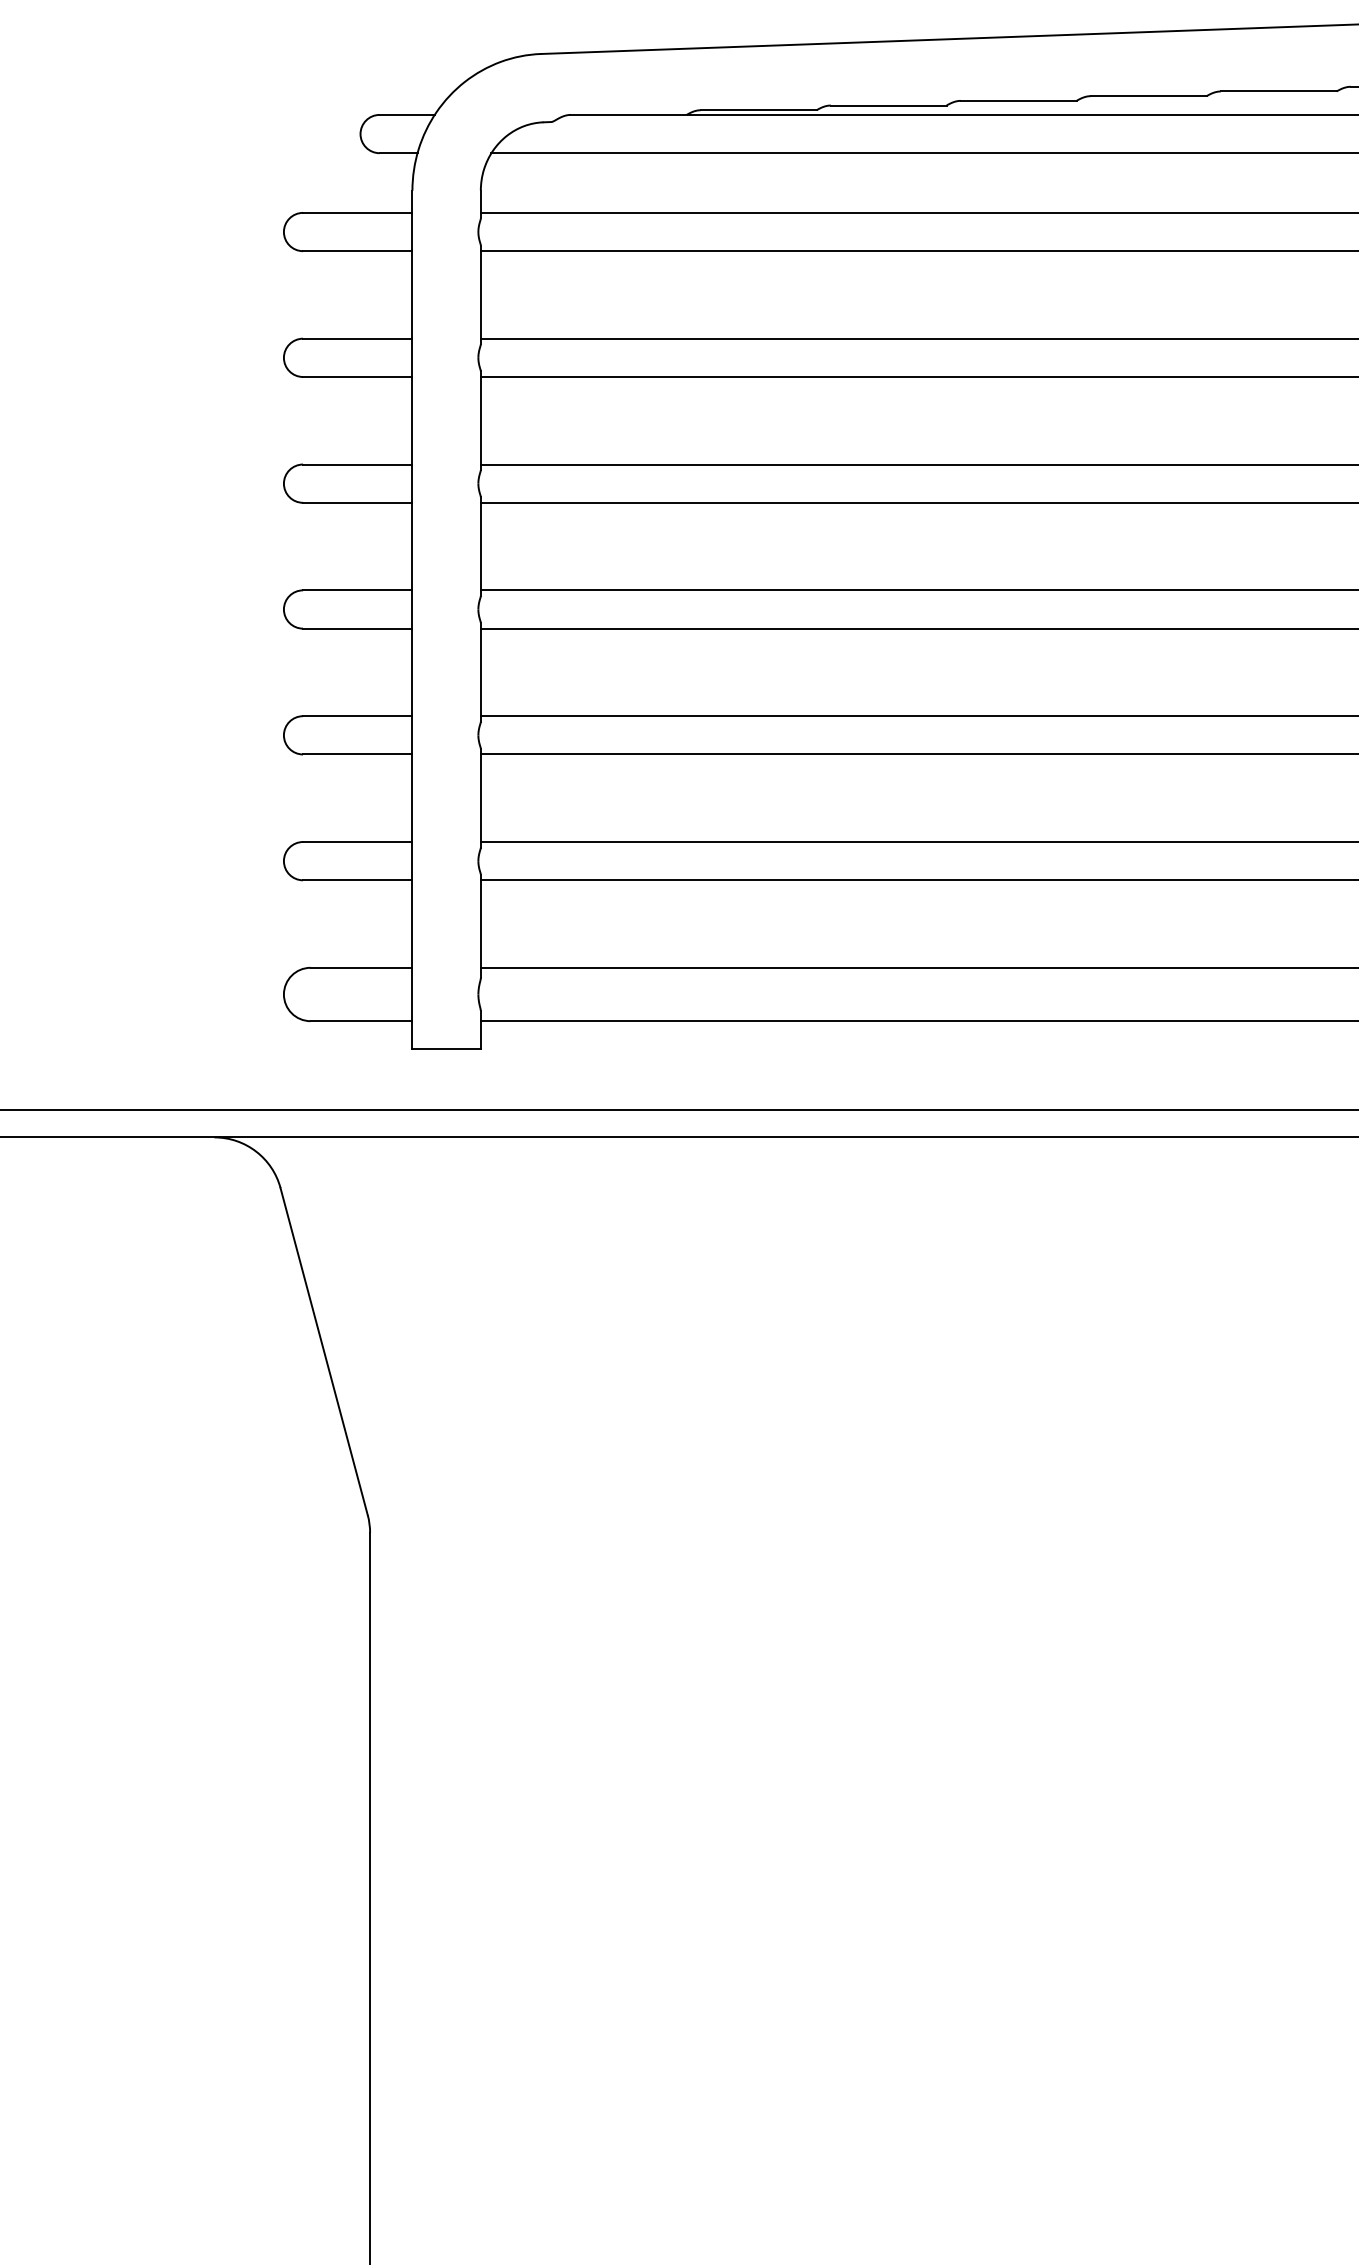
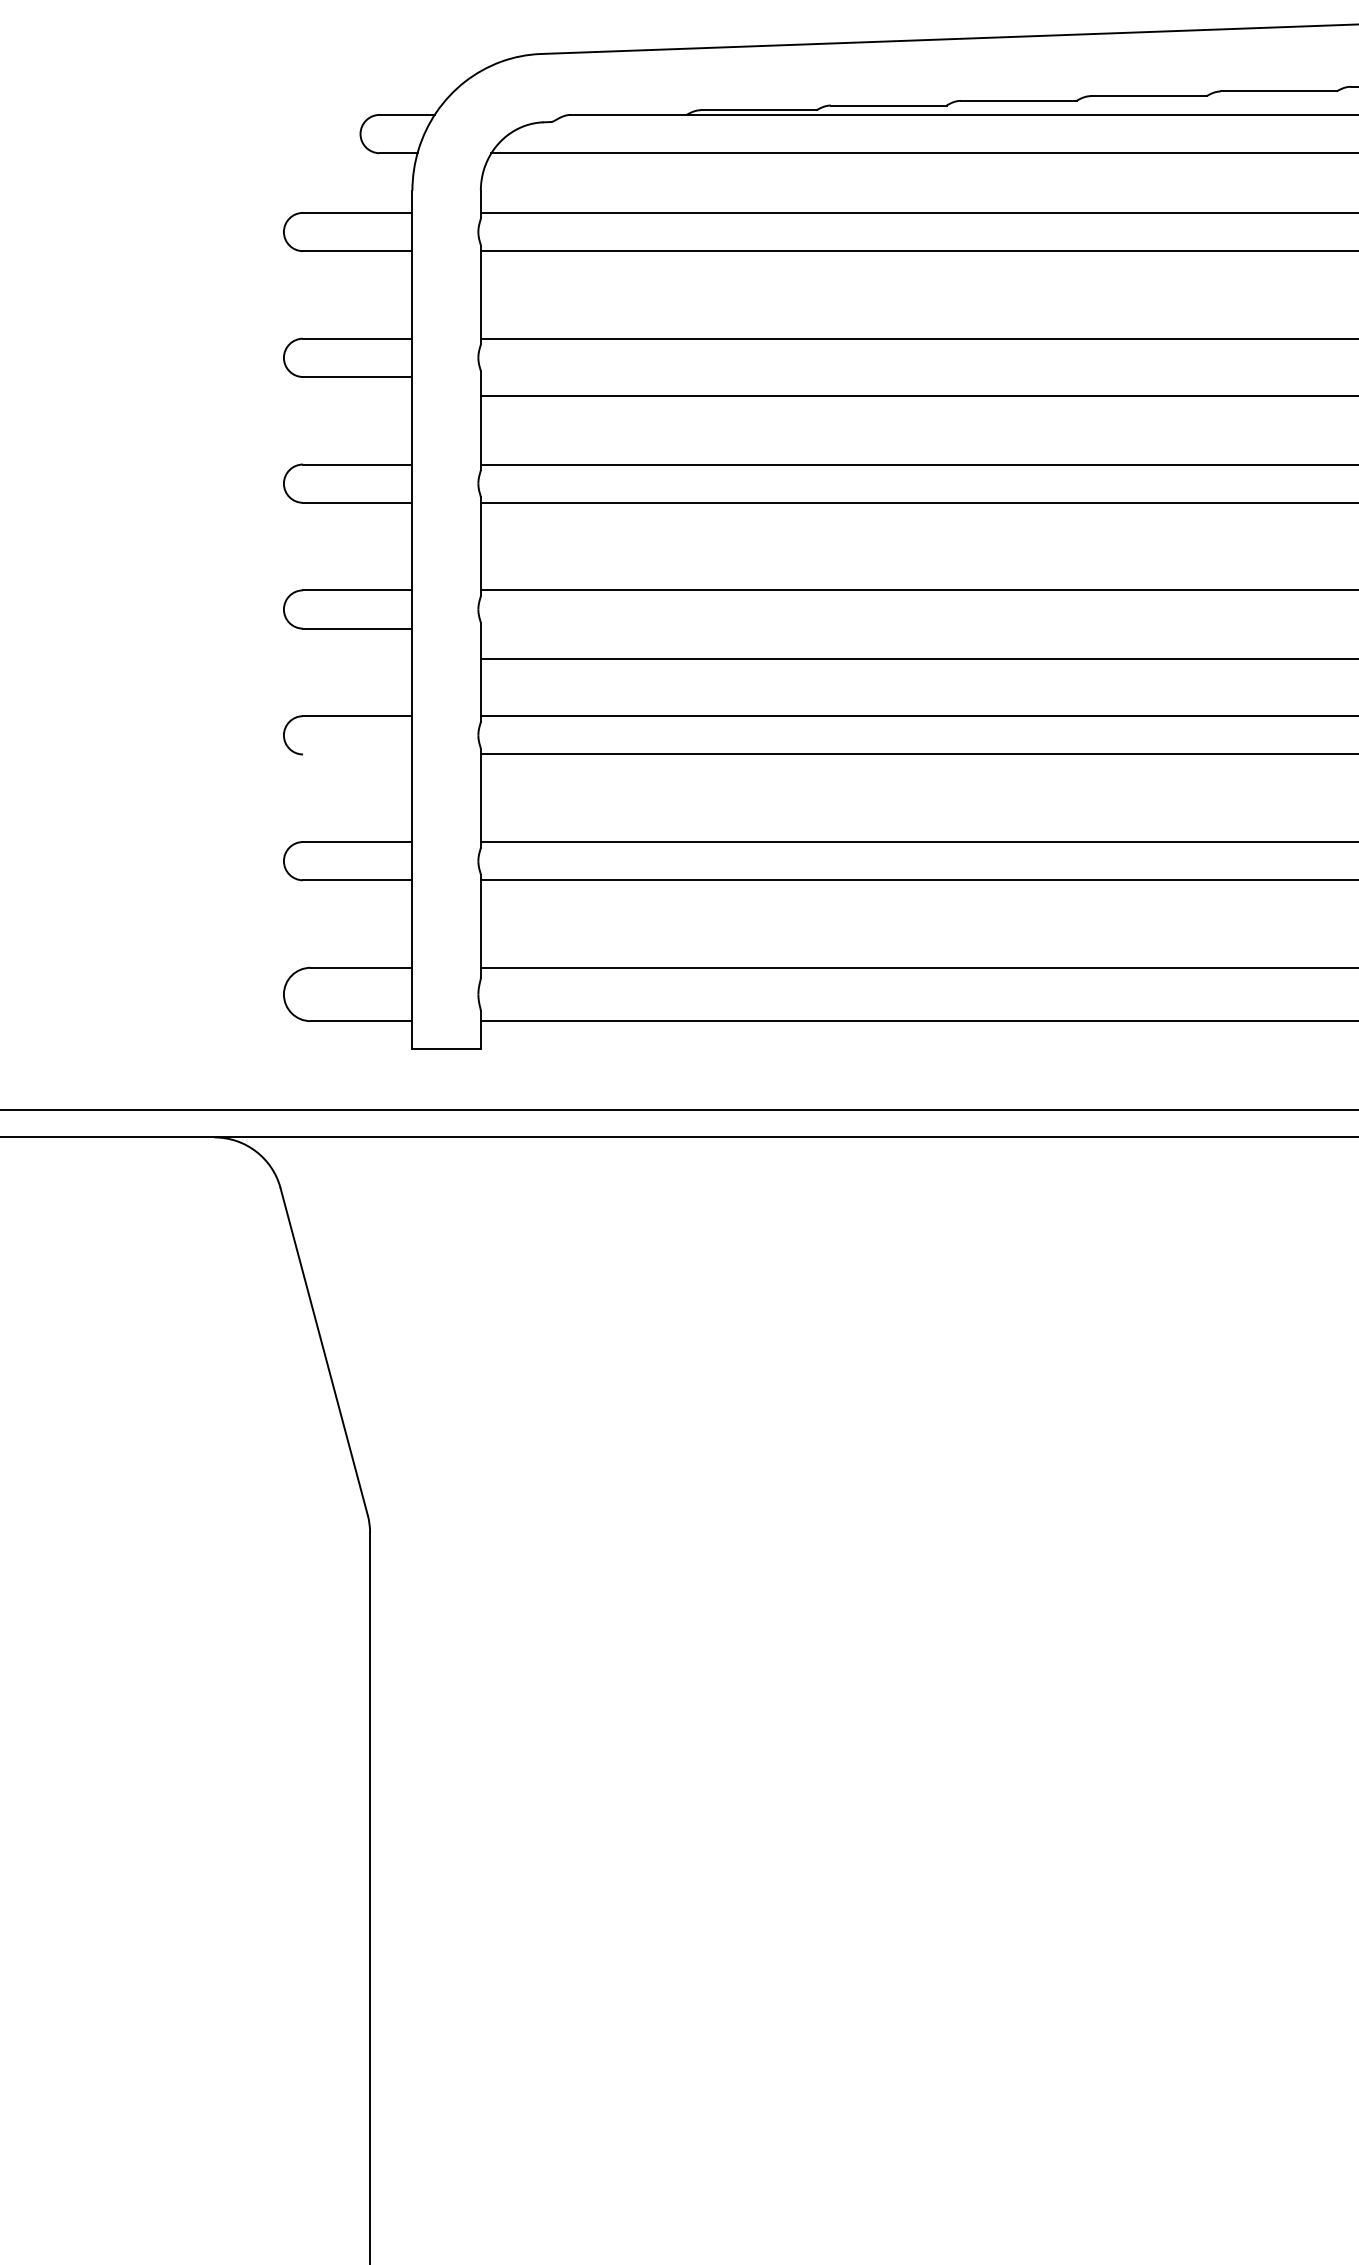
line at (917, 377) position: (917, 377) -> (917, 396)
line at (917, 628) position: (917, 628) -> (917, 658)
line at (357, 754): present -> none
